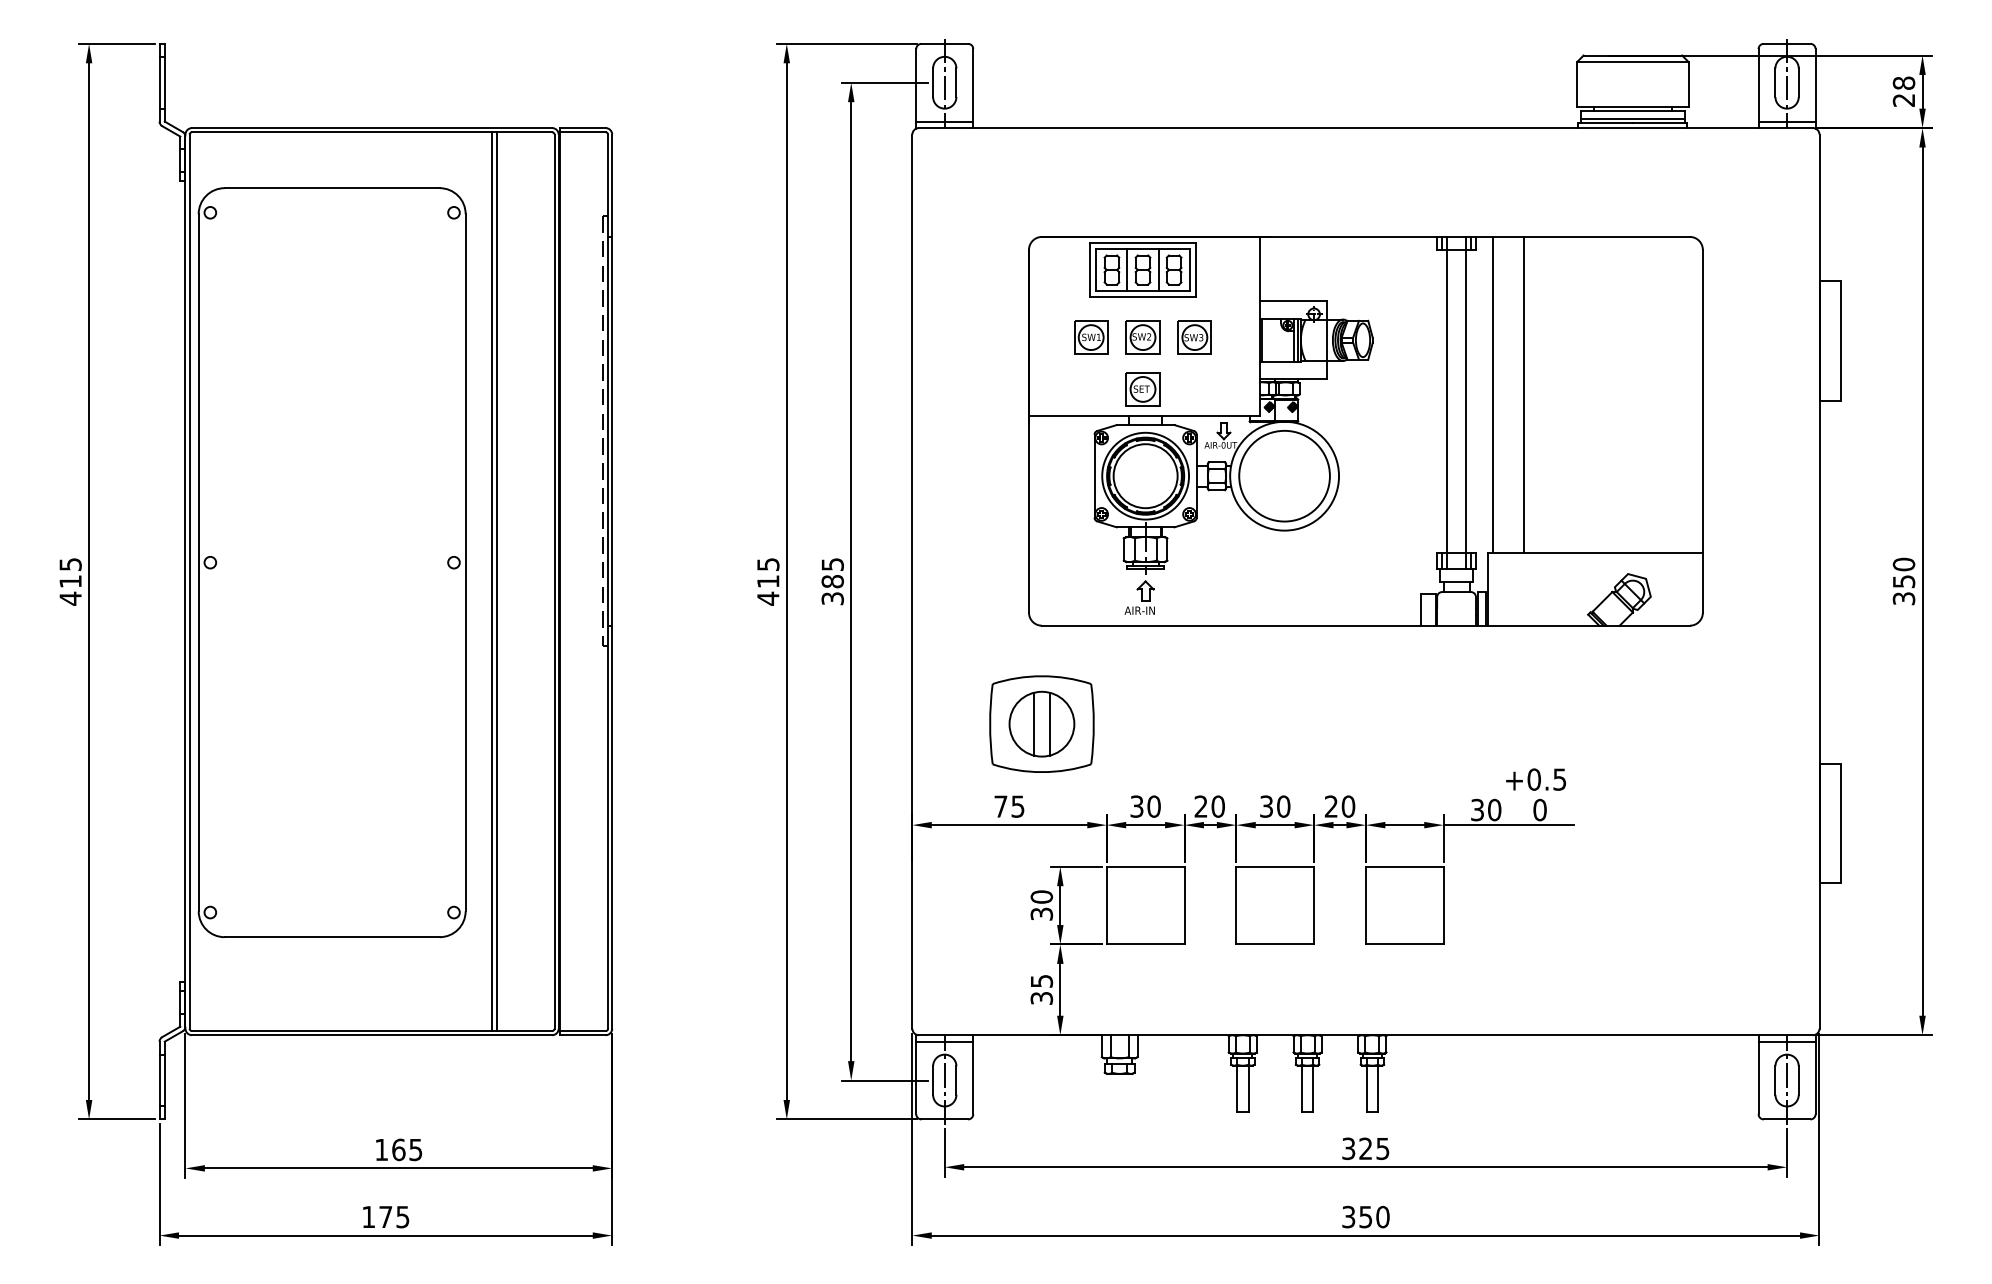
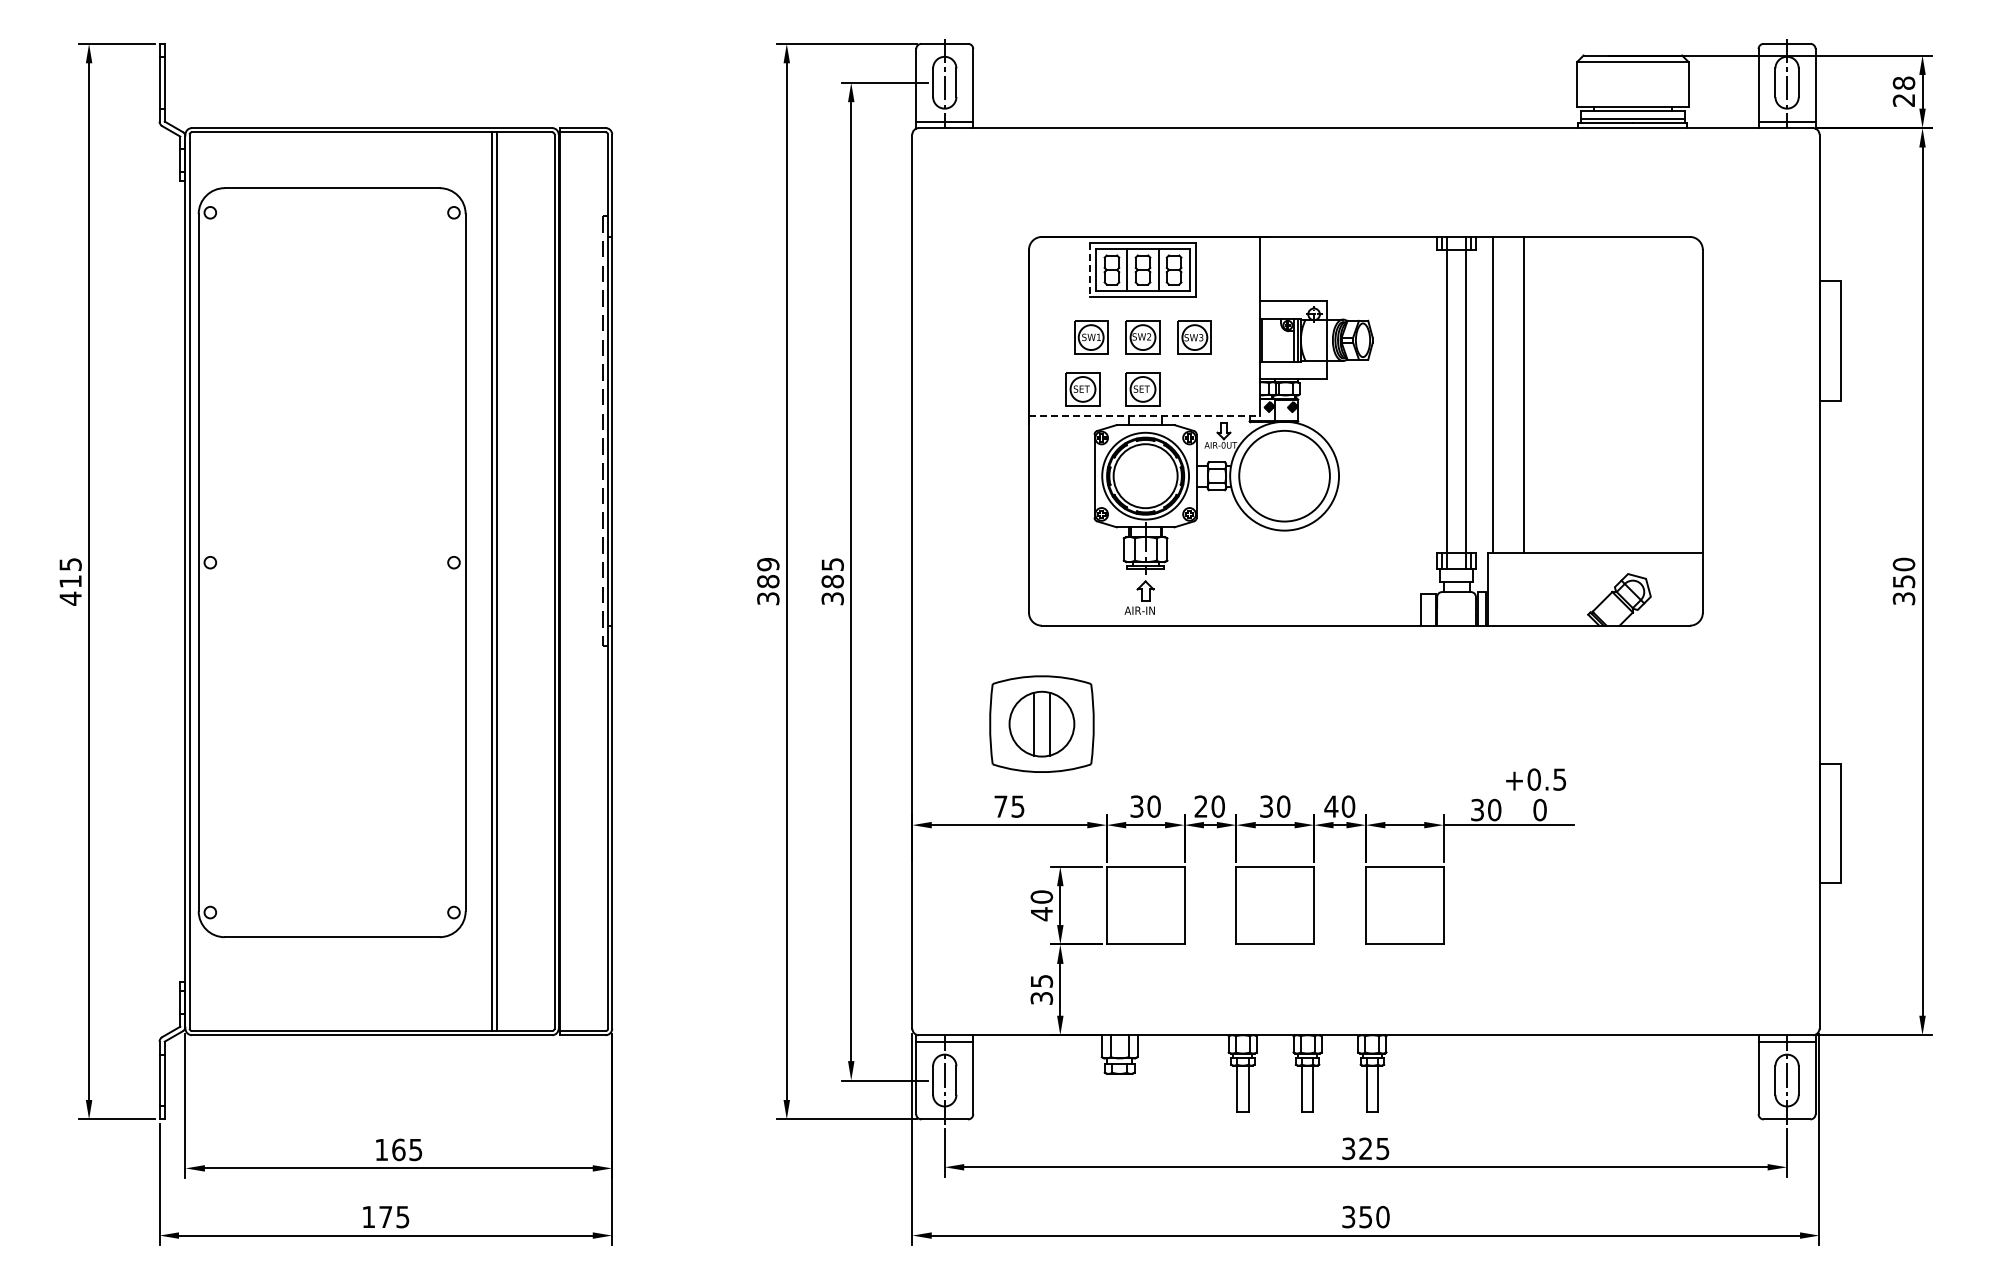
line at (1090, 270): solid -> dashed
part at (1082, 389): none -> present
line at (1144, 415): solid -> dashed
text at (768, 581): 415 -> 389
text at (1331, 806): 20 -> 40
text at (1041, 914): 30 -> 40
